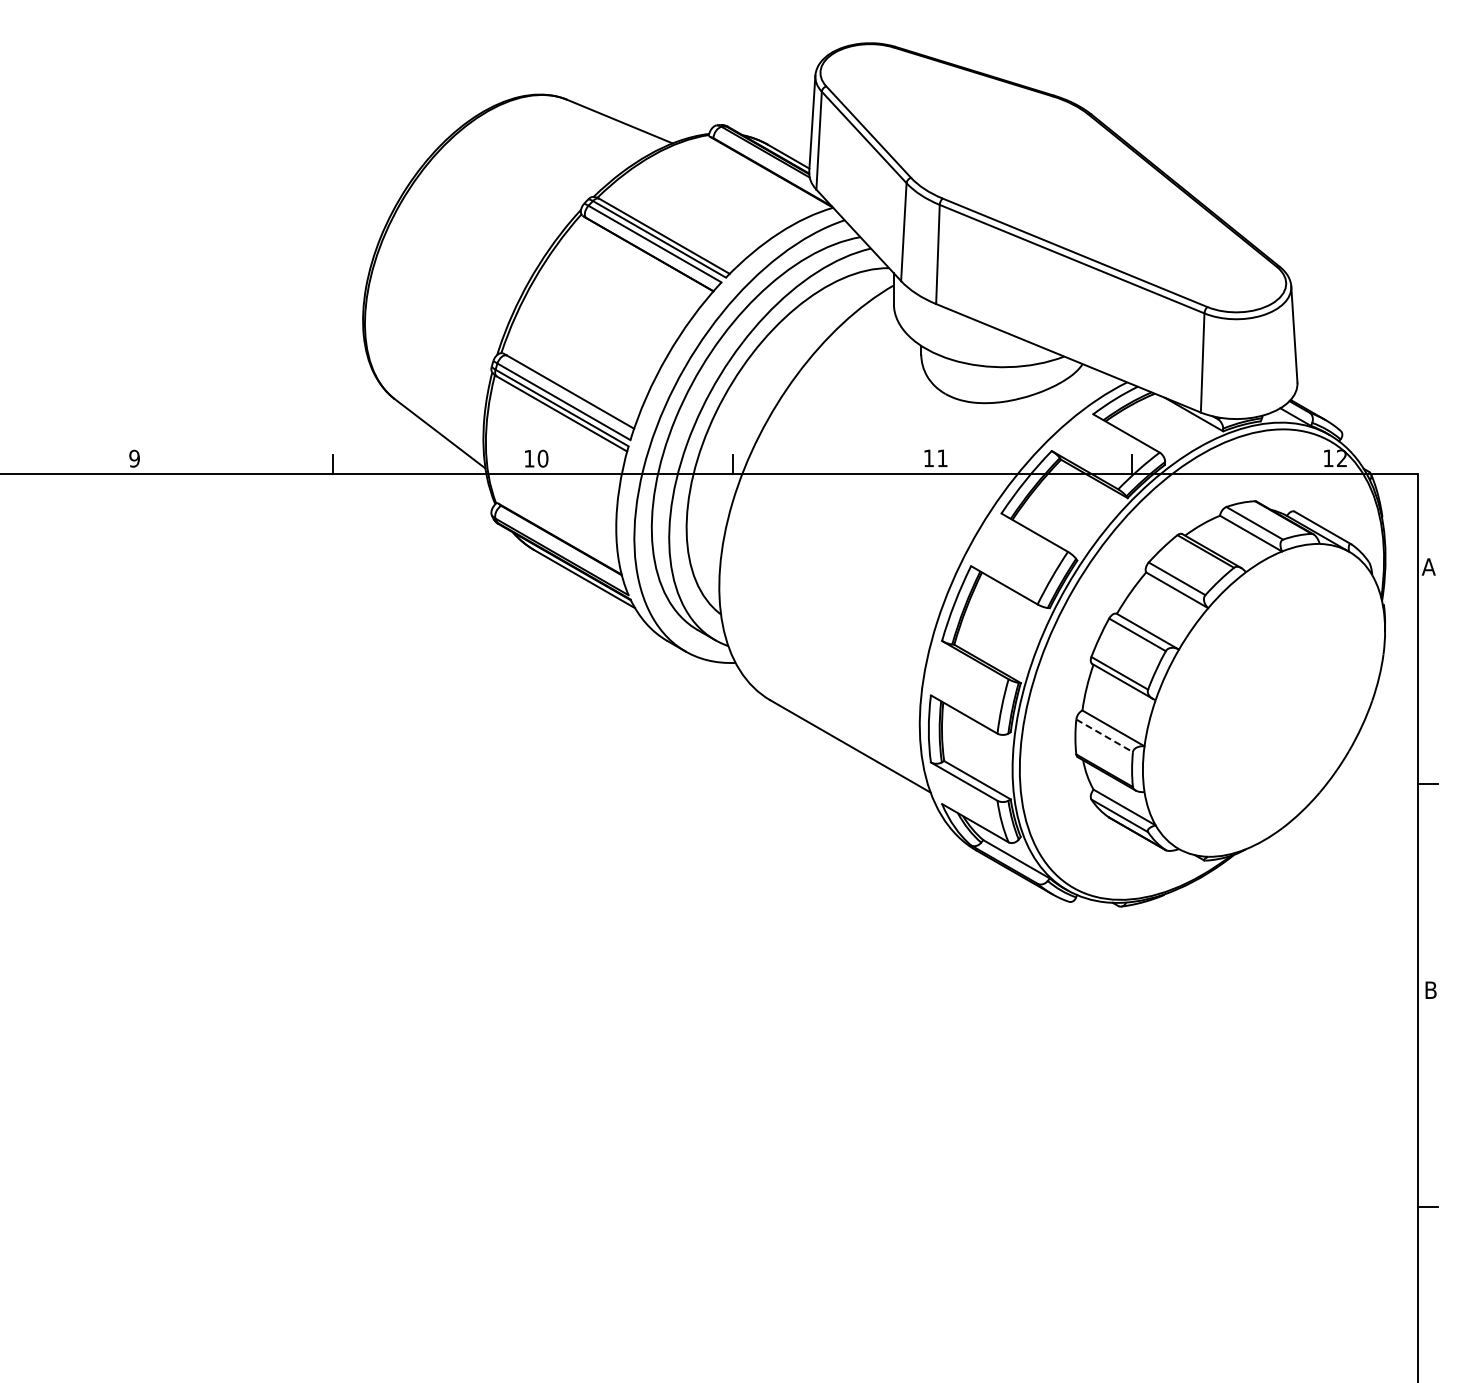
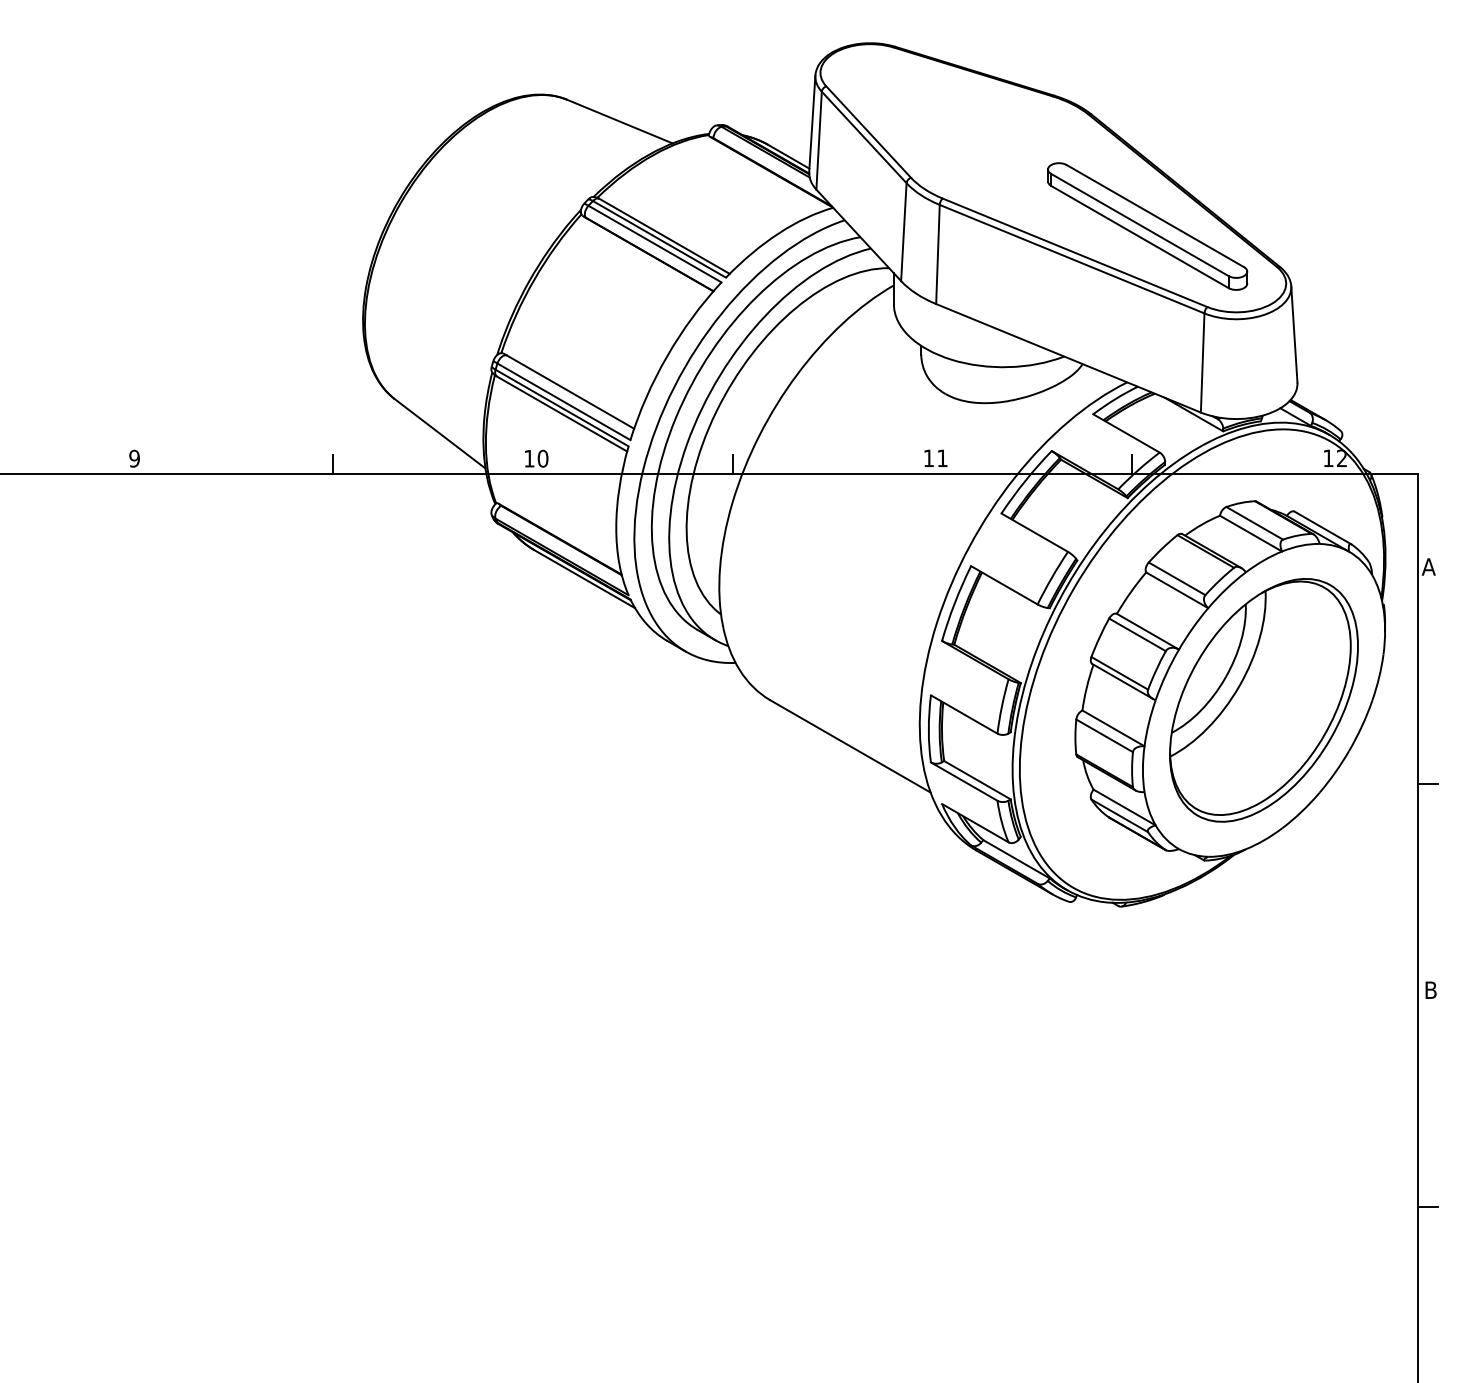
part at (1147, 226): none -> present
part at (1263, 700): none -> present
line at (1104, 735): dashed -> solid
